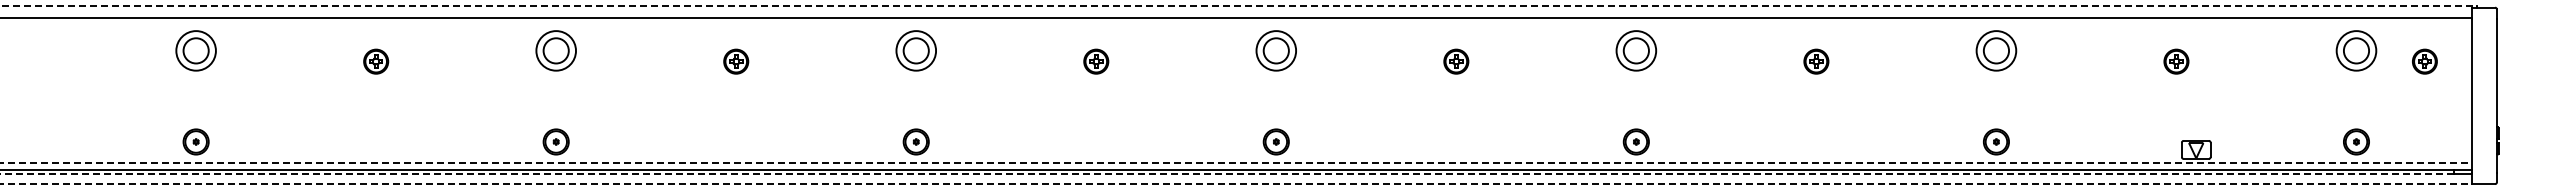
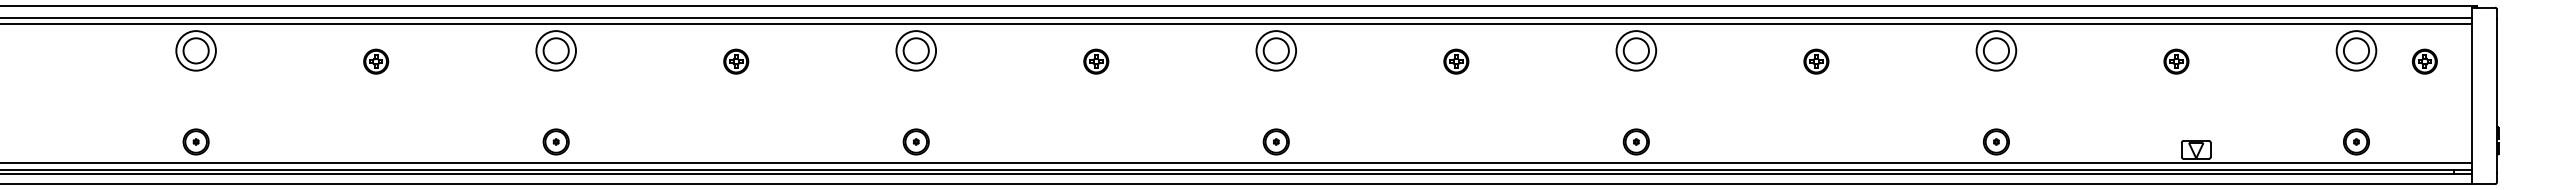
line at (1239, 5): dashed -> solid
line at (1236, 23): none -> present
line at (1235, 162): dashed -> solid
line at (1227, 174): dashed -> solid
line at (1235, 184): dashed -> solid
